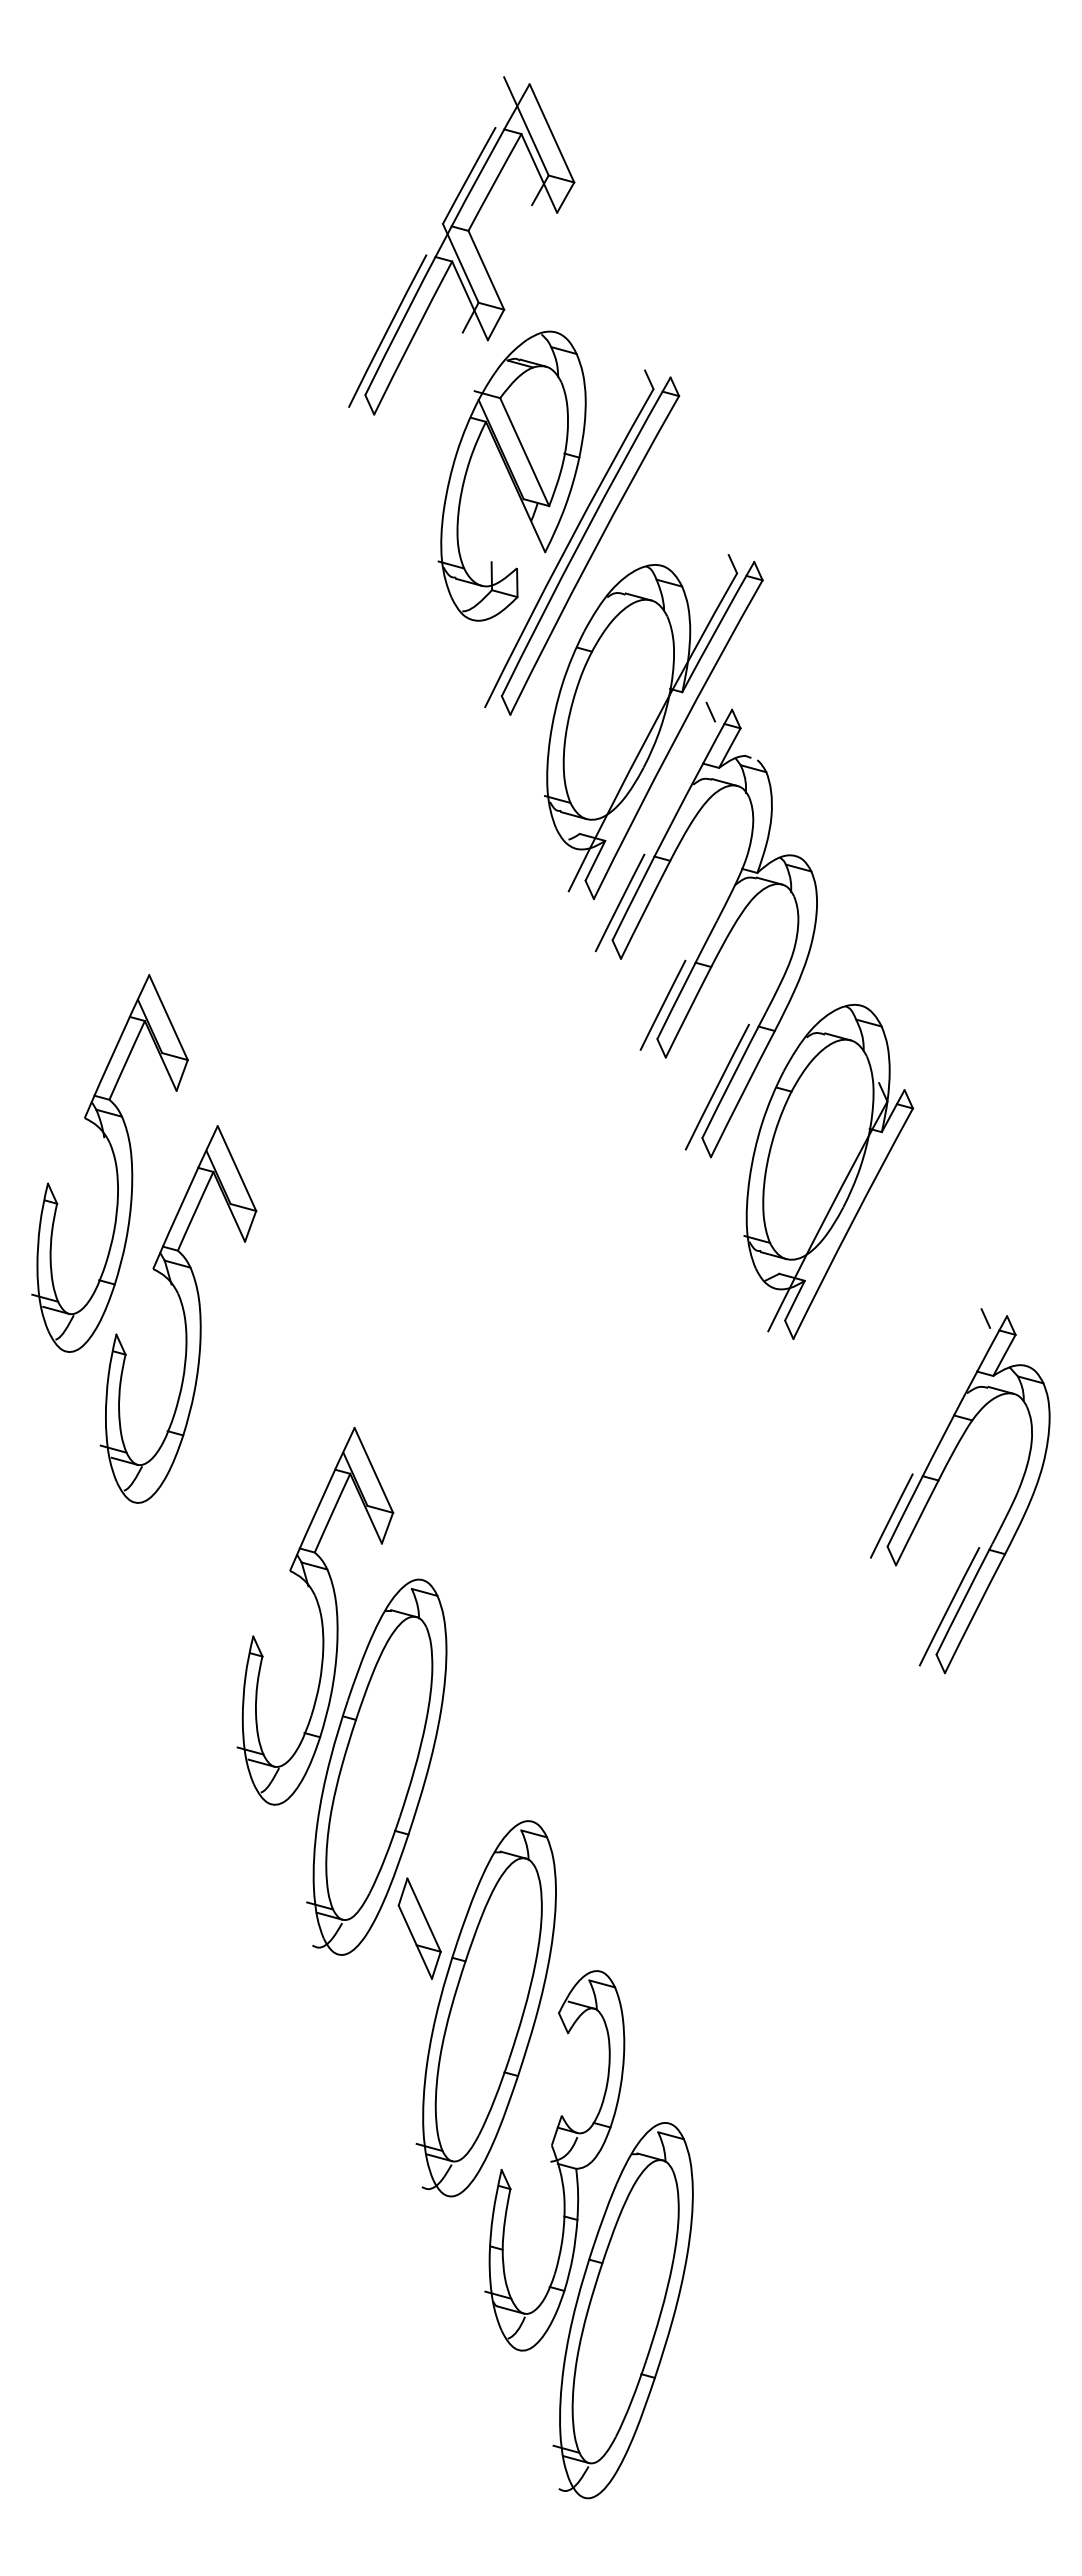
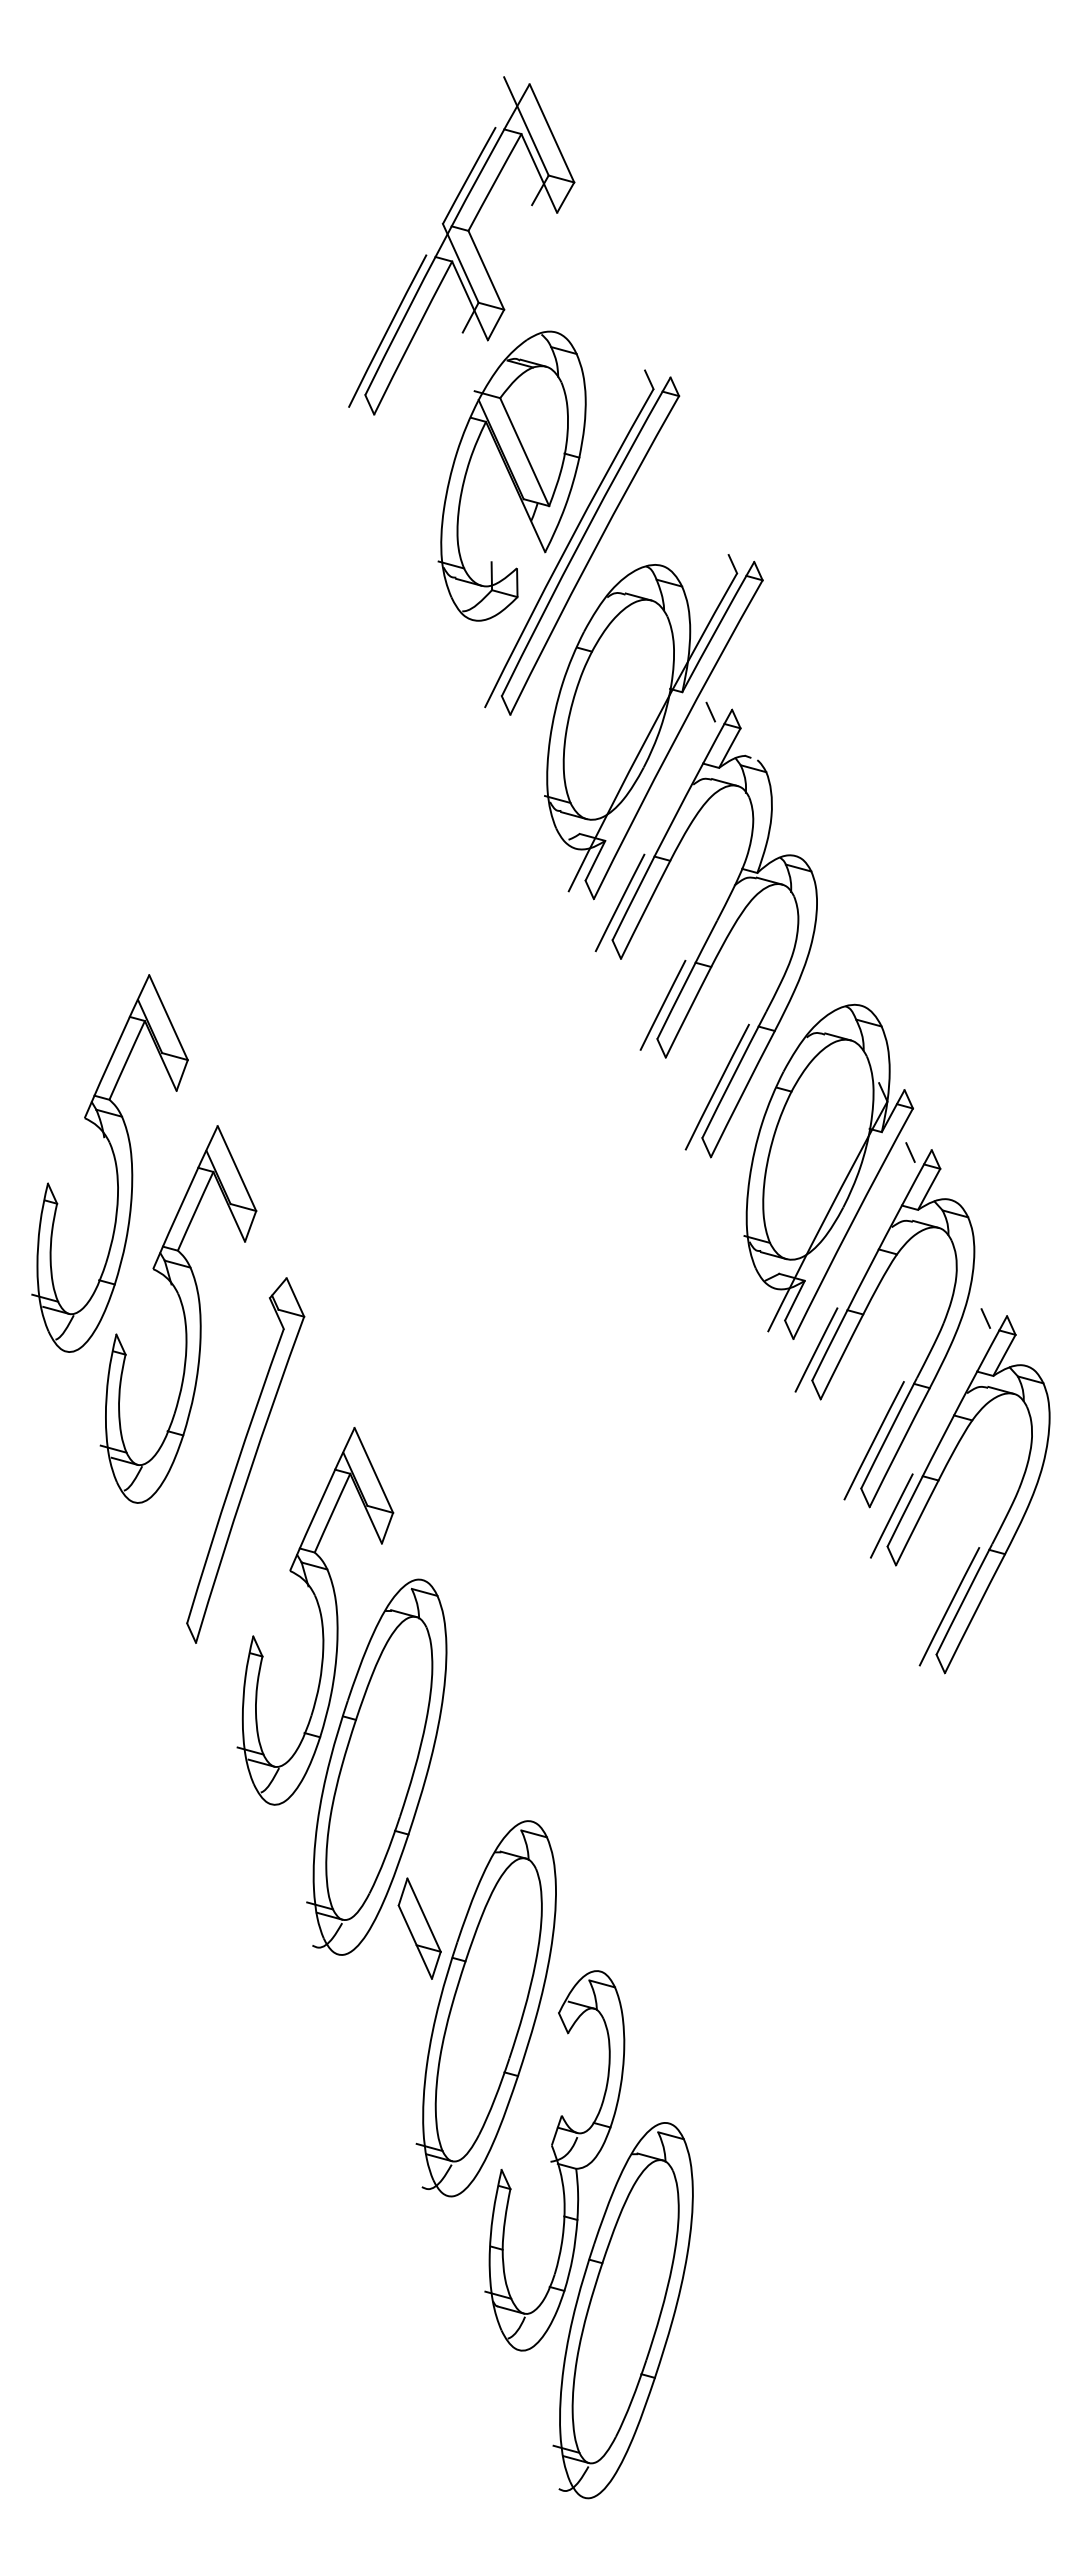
part at (864, 1314): none -> present
part at (245, 1460): none -> present
